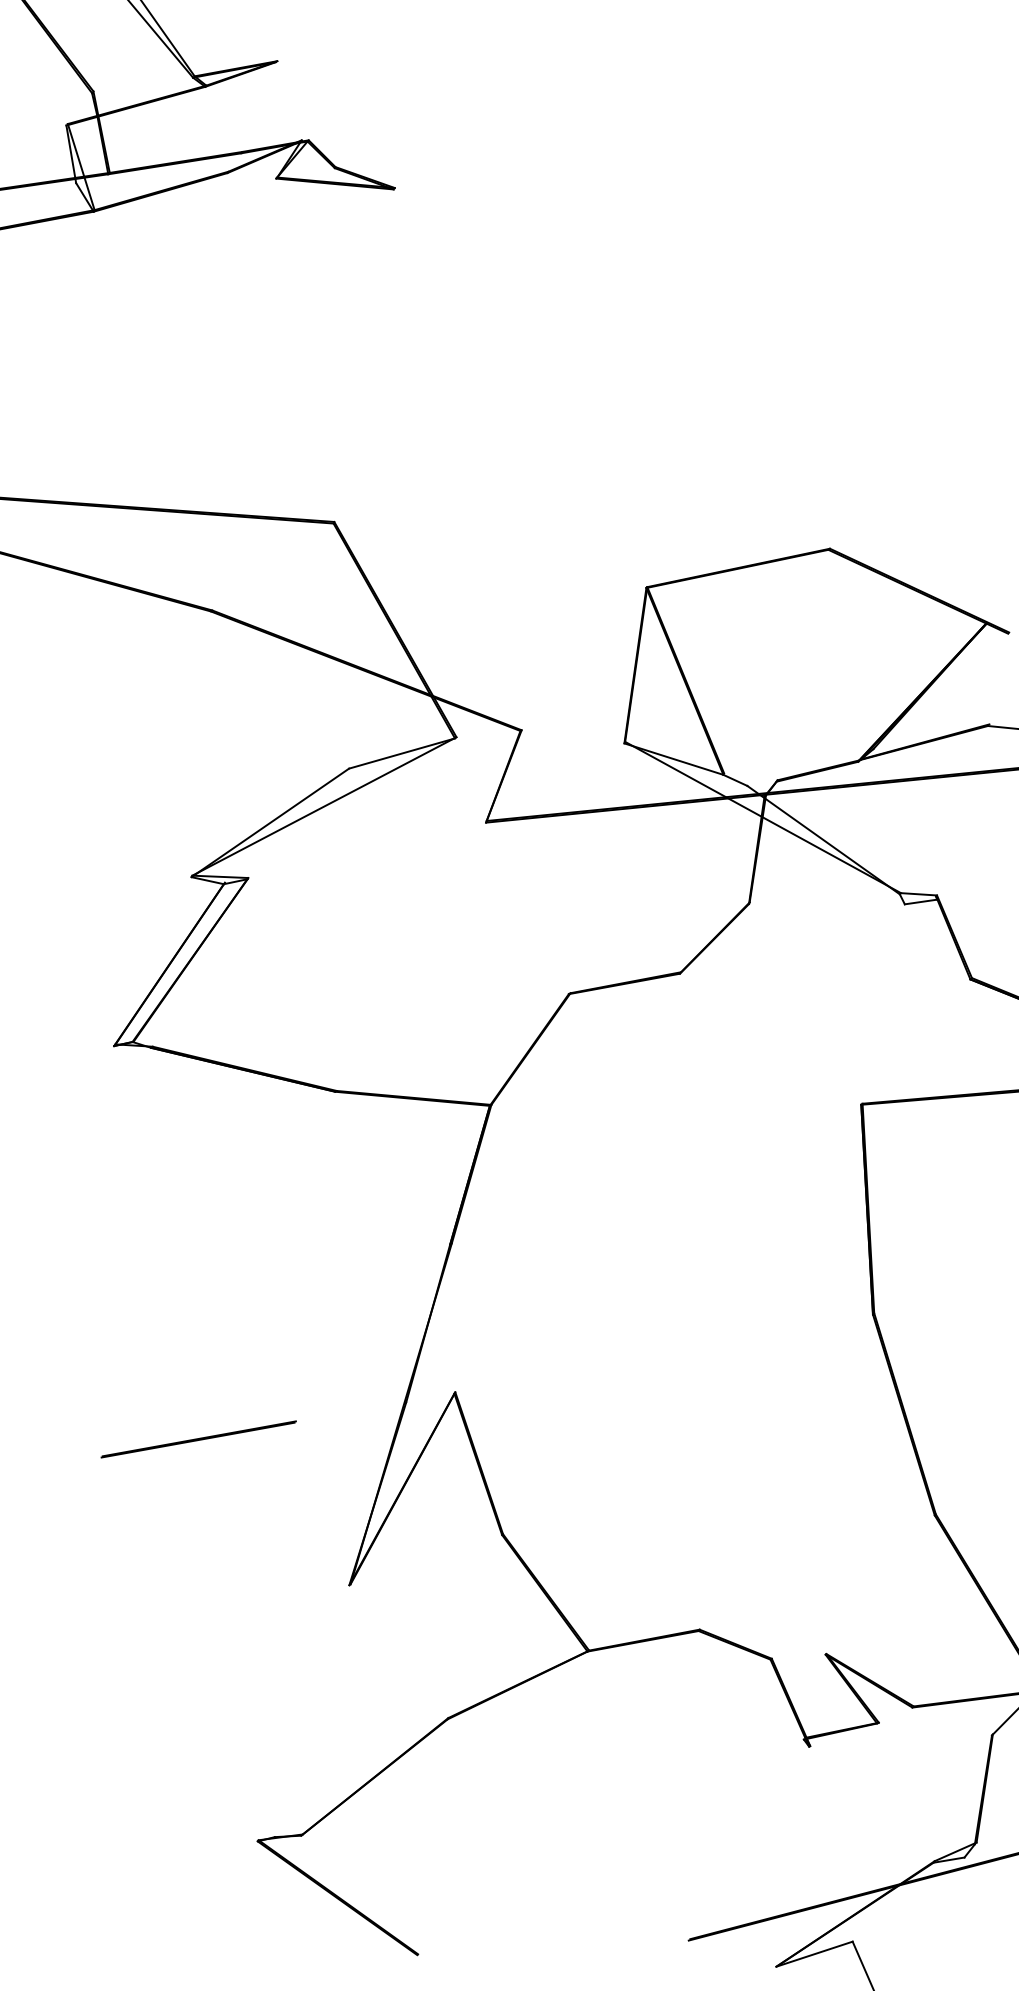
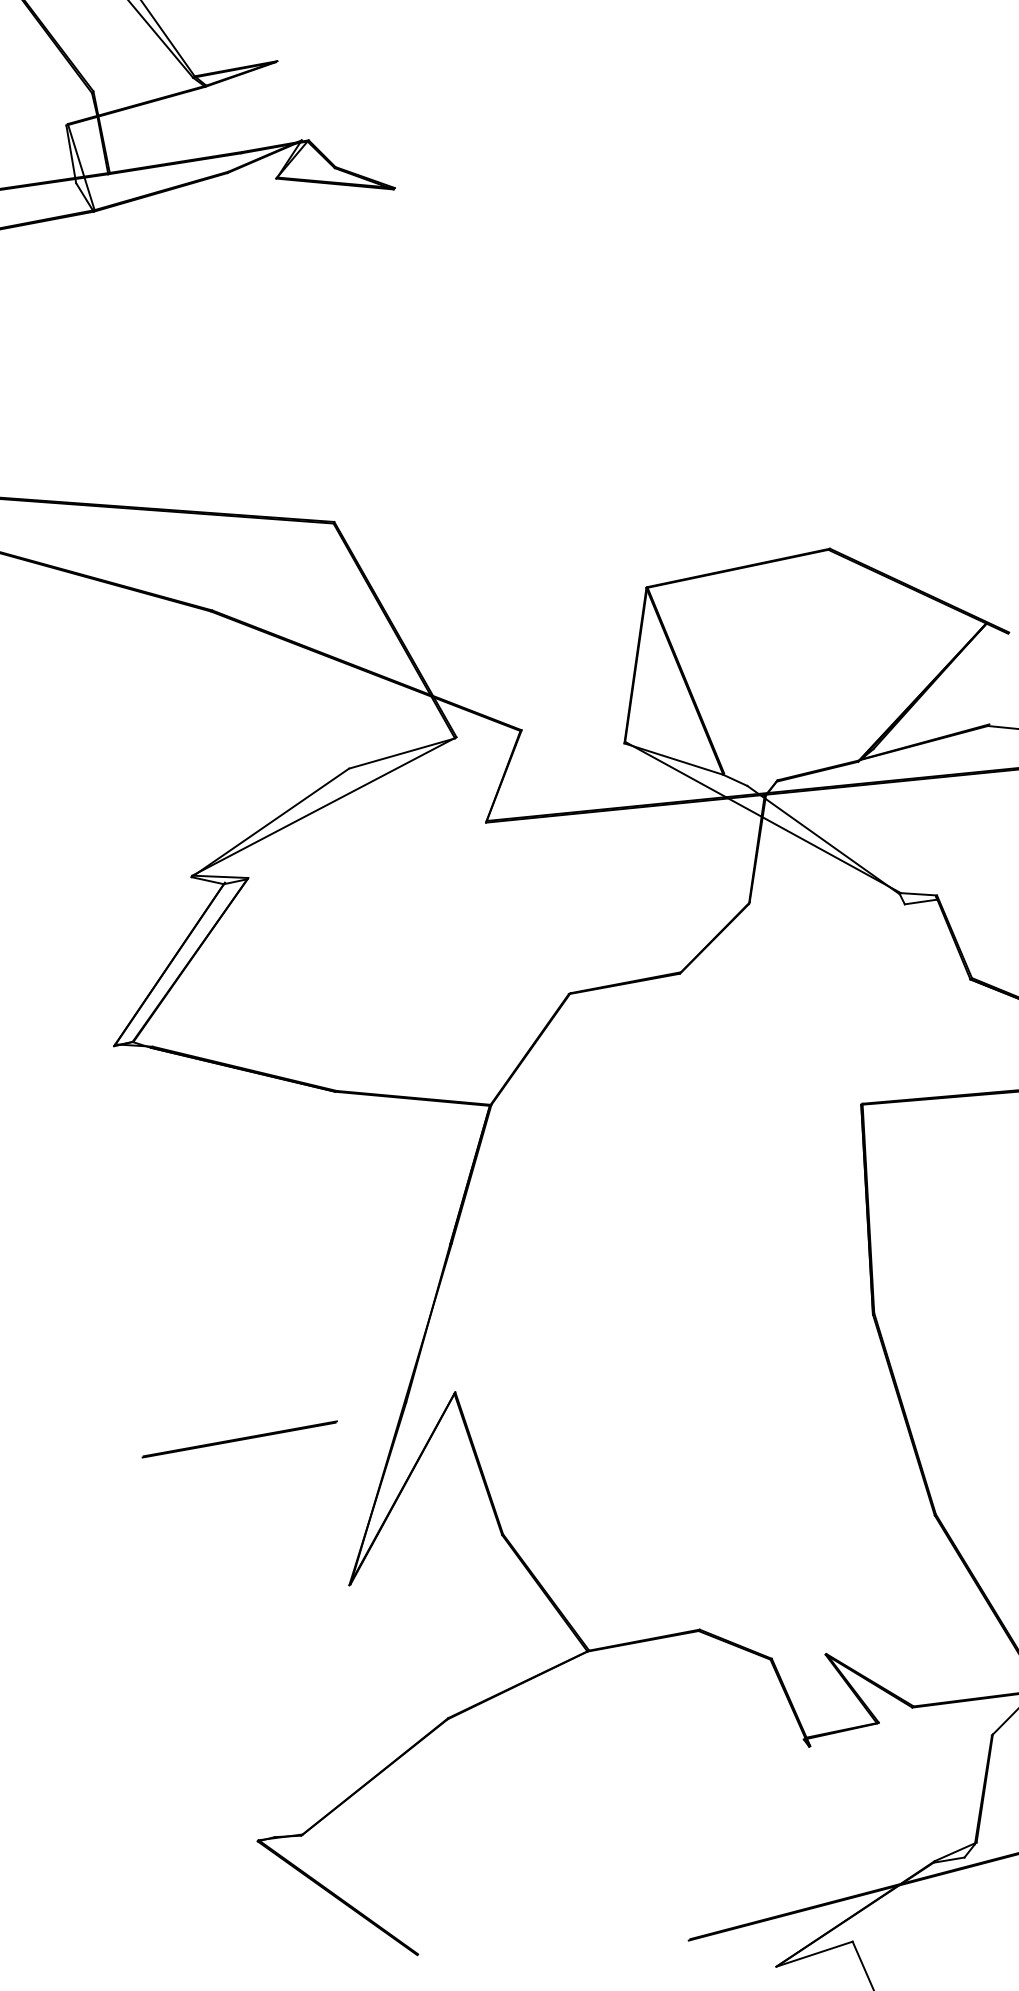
line at (198, 1439) position: (198, 1439) -> (239, 1439)
